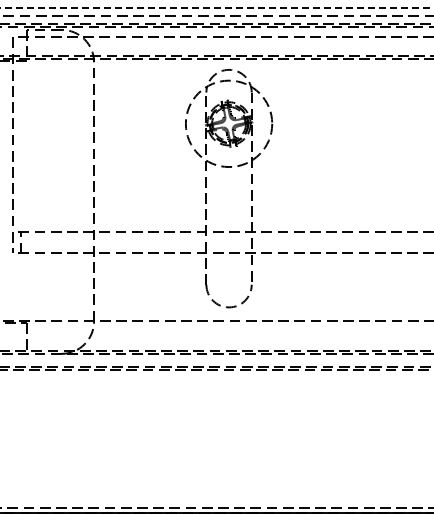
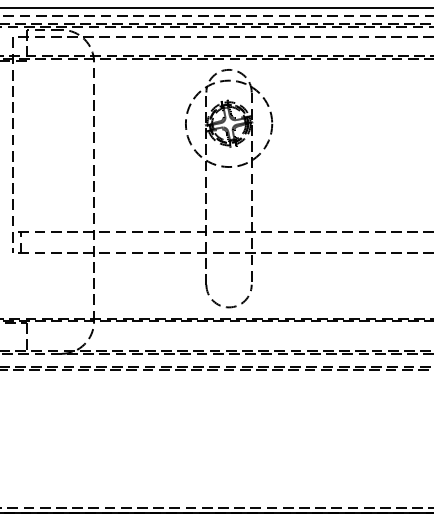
line at (217, 7): dashed -> solid
line at (216, 318): none -> present
